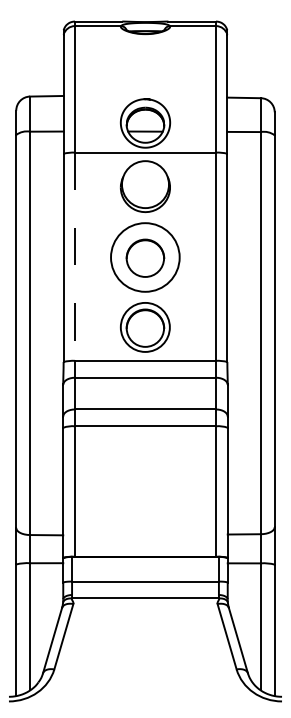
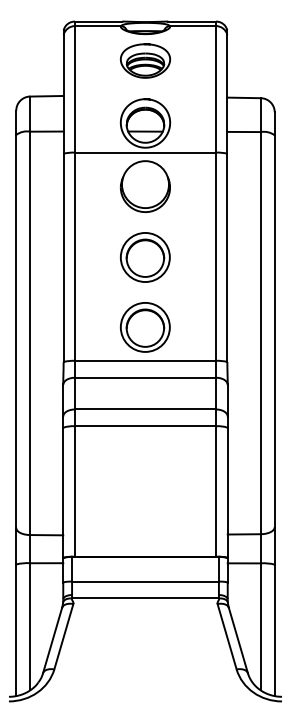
part at (145, 60): none -> present
line at (75, 257): dashed -> solid
circle at (145, 257) diameter: 69 px -> 49 px
